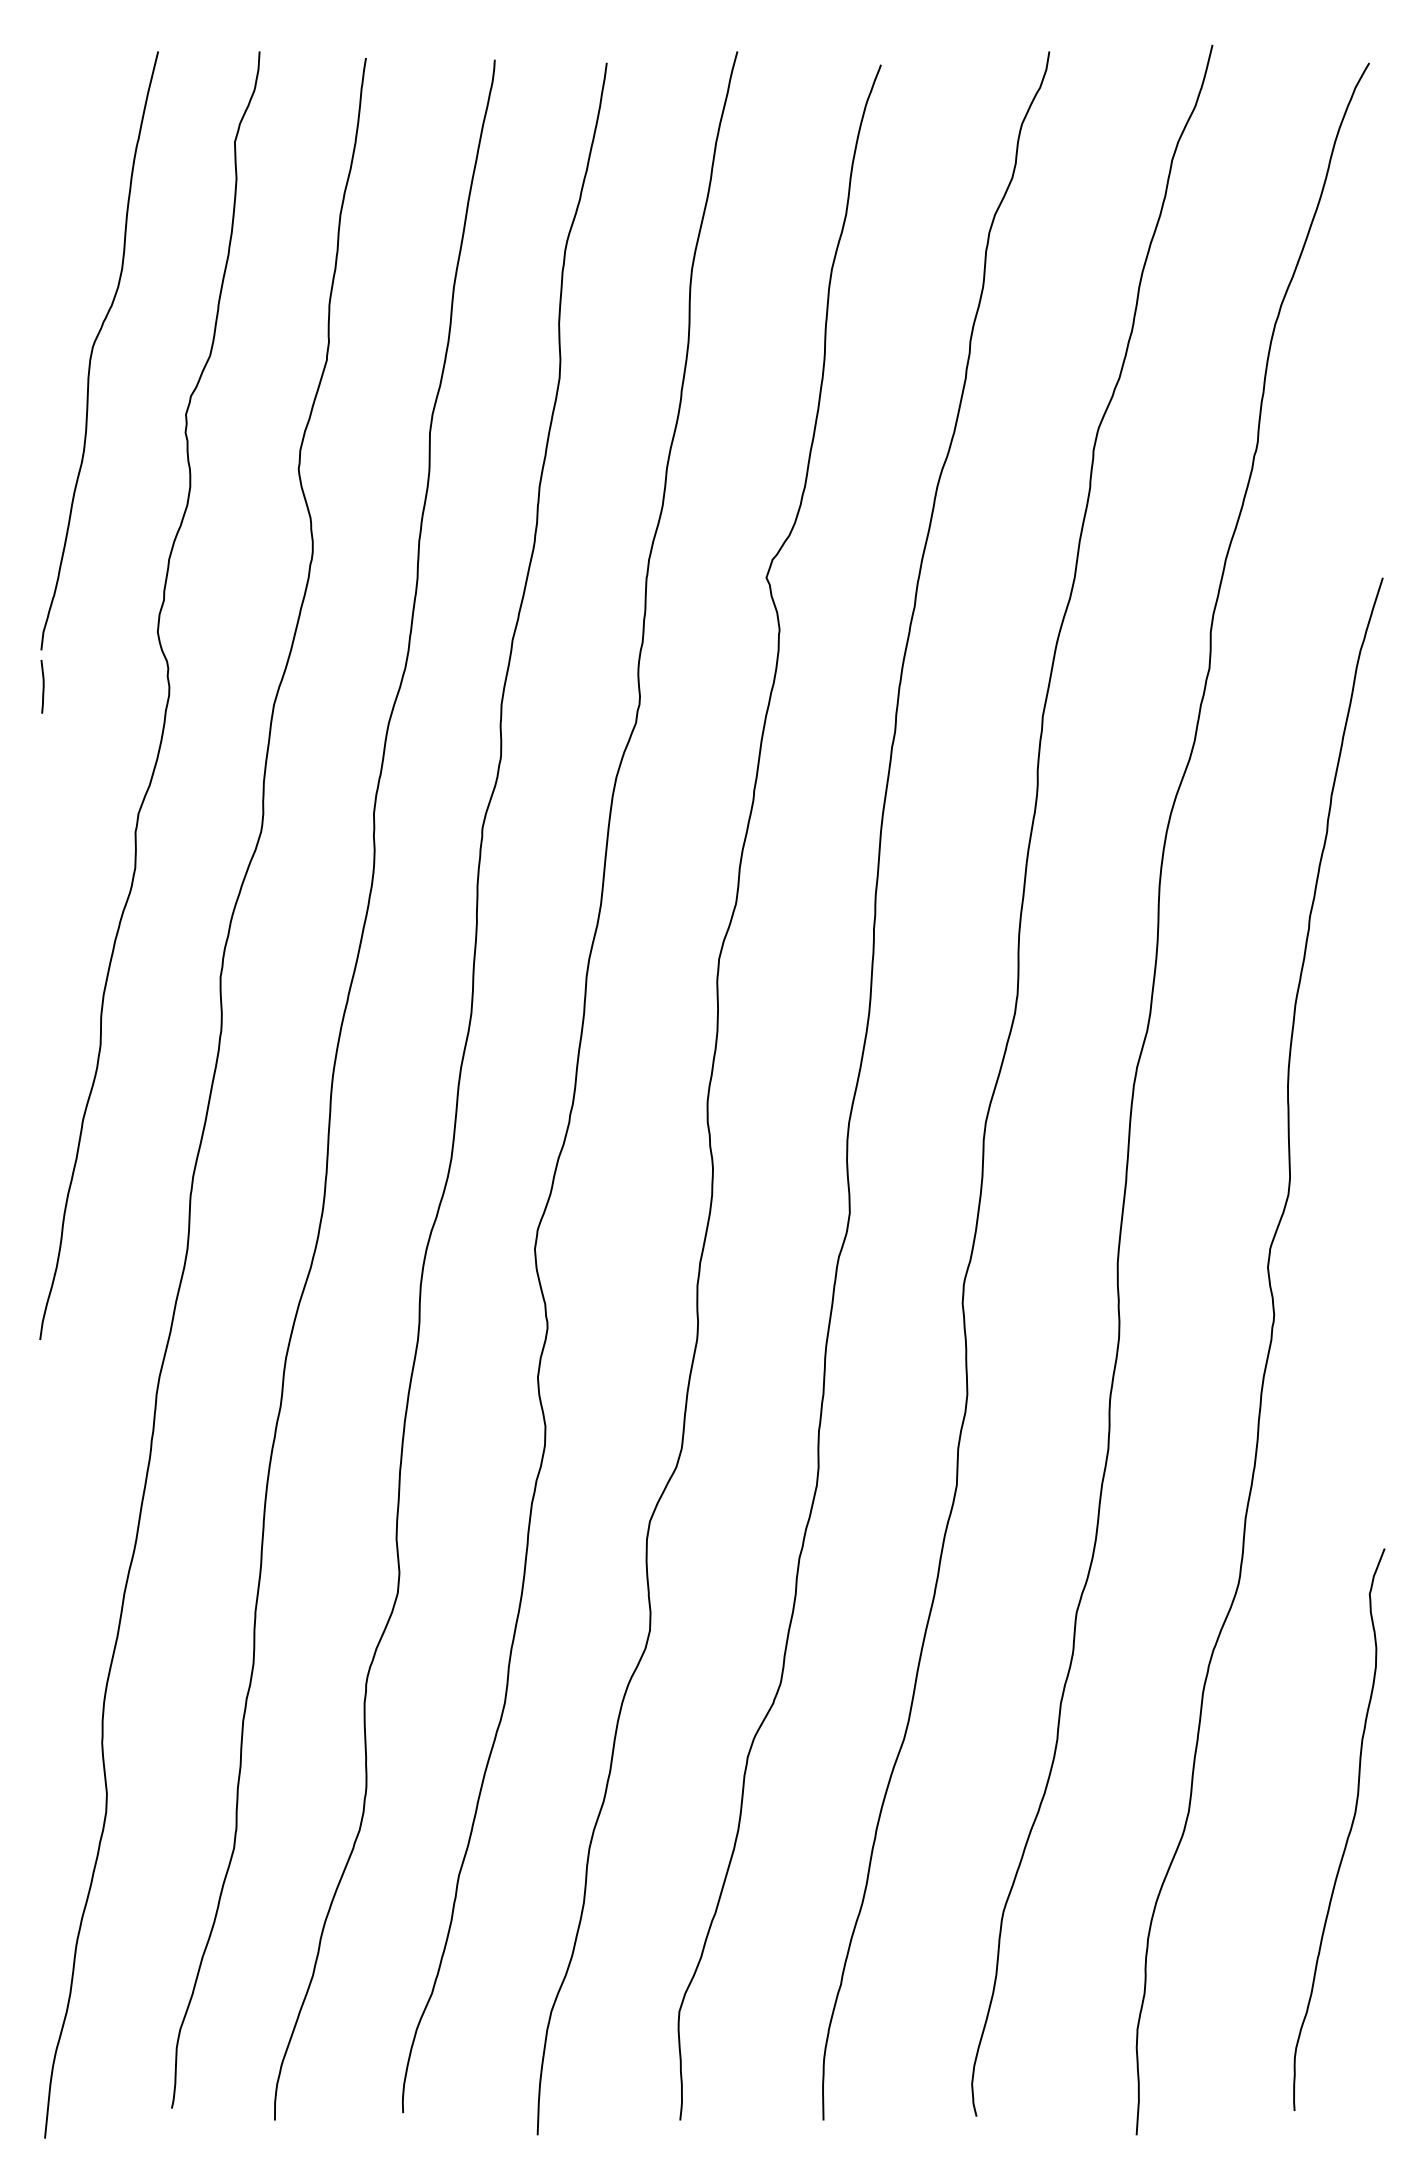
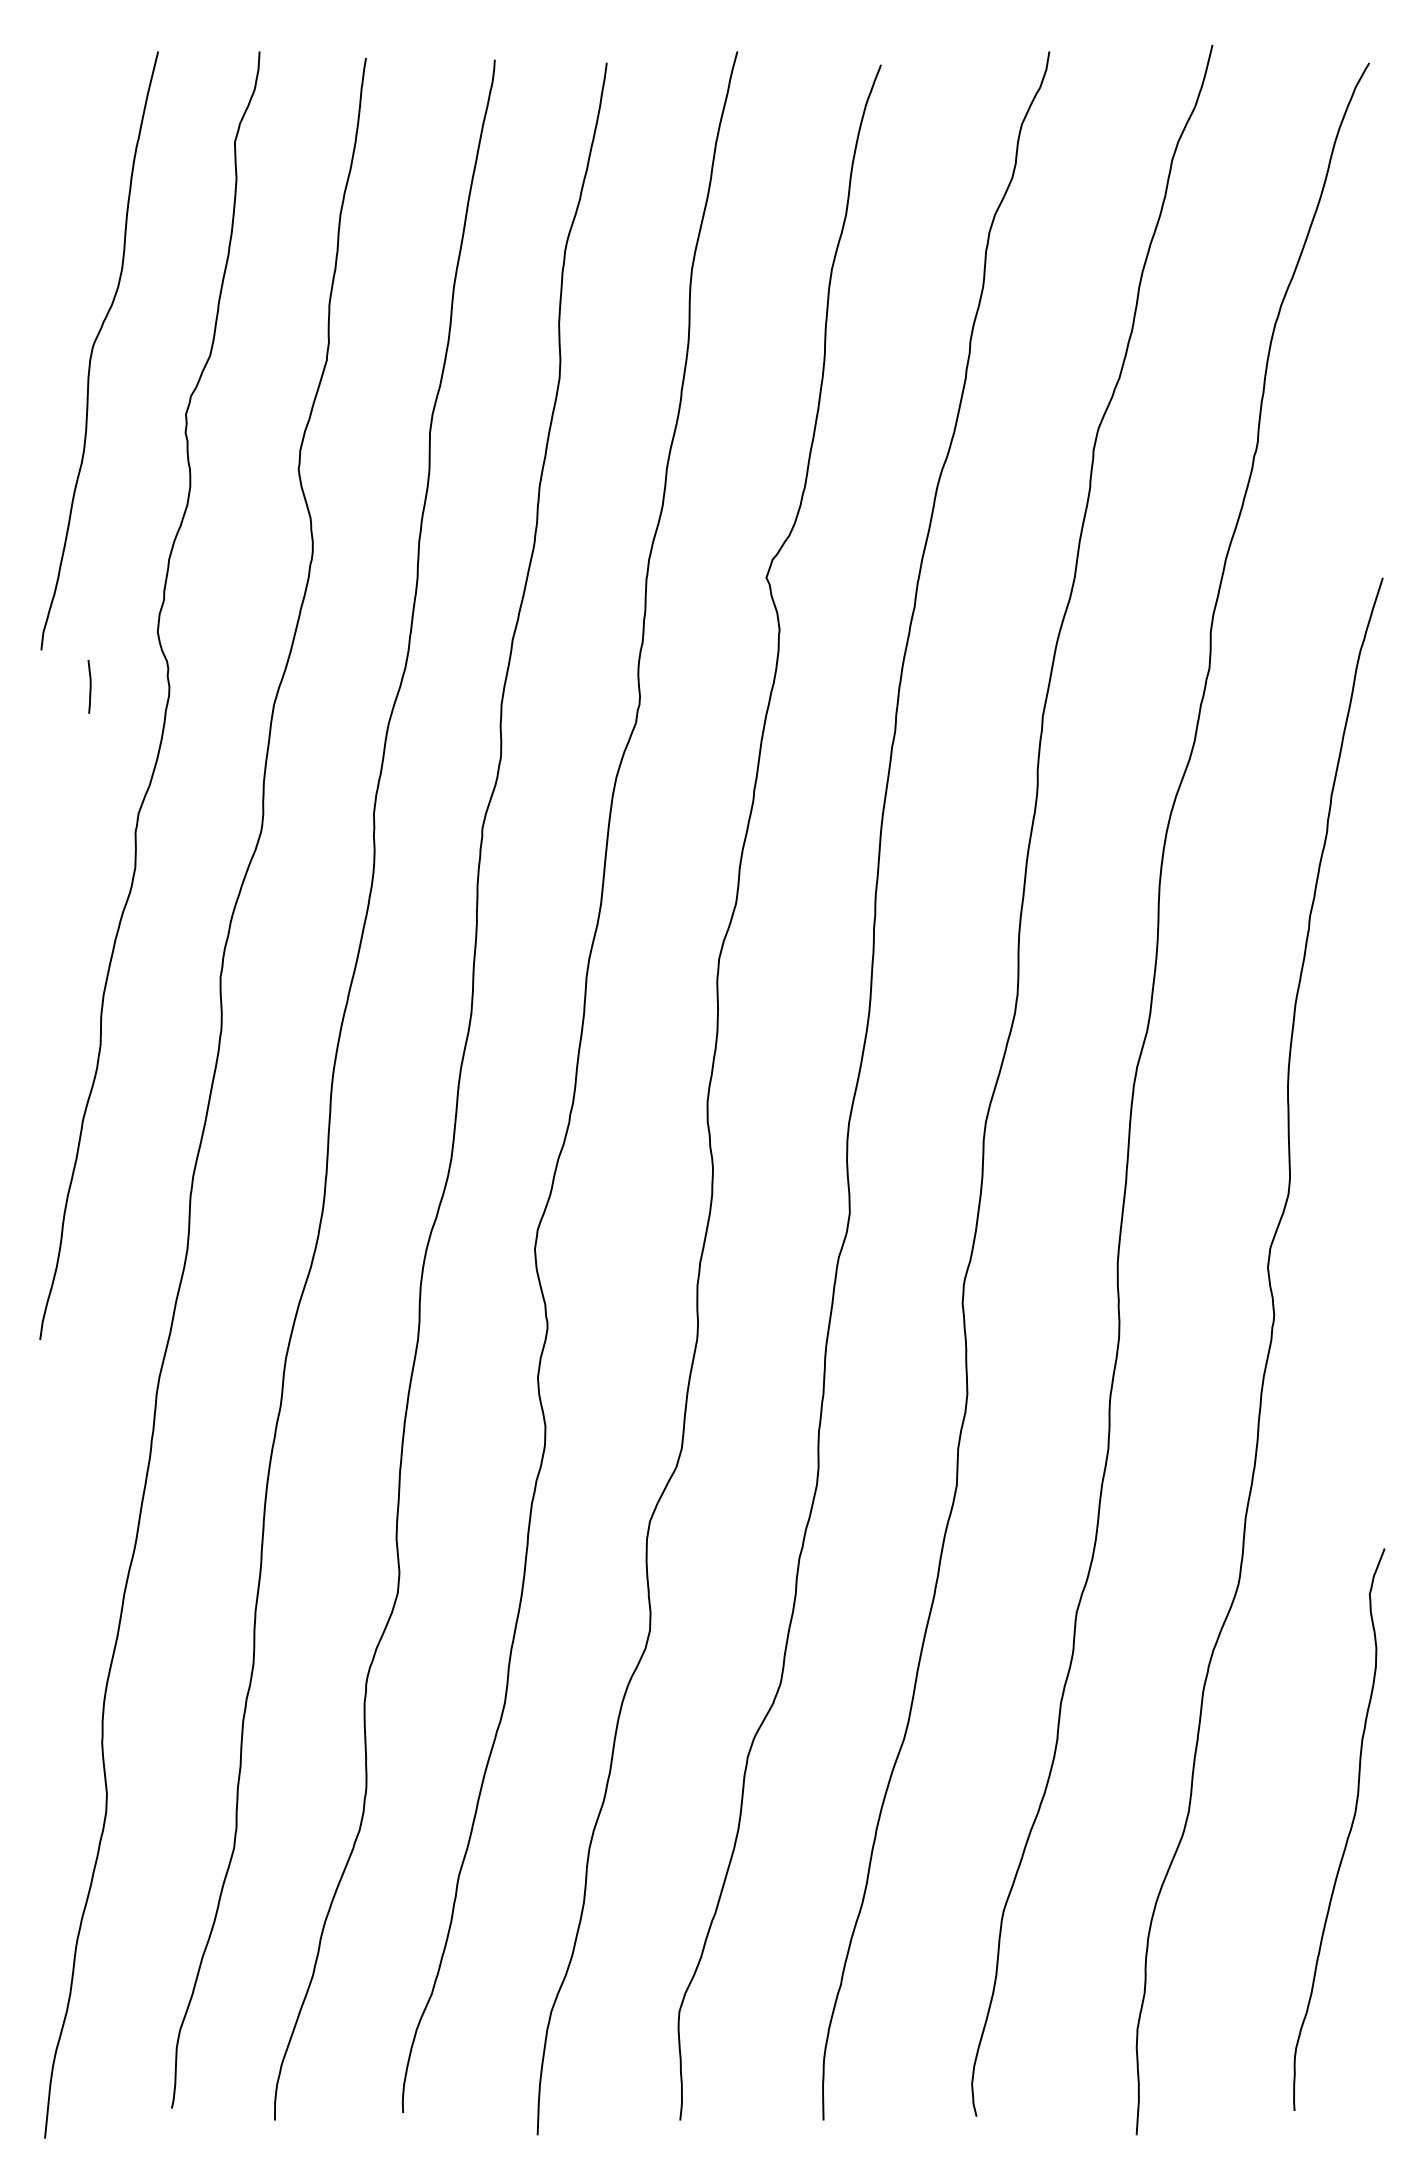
curve at (42, 686) position: (42, 686) -> (89, 686)
